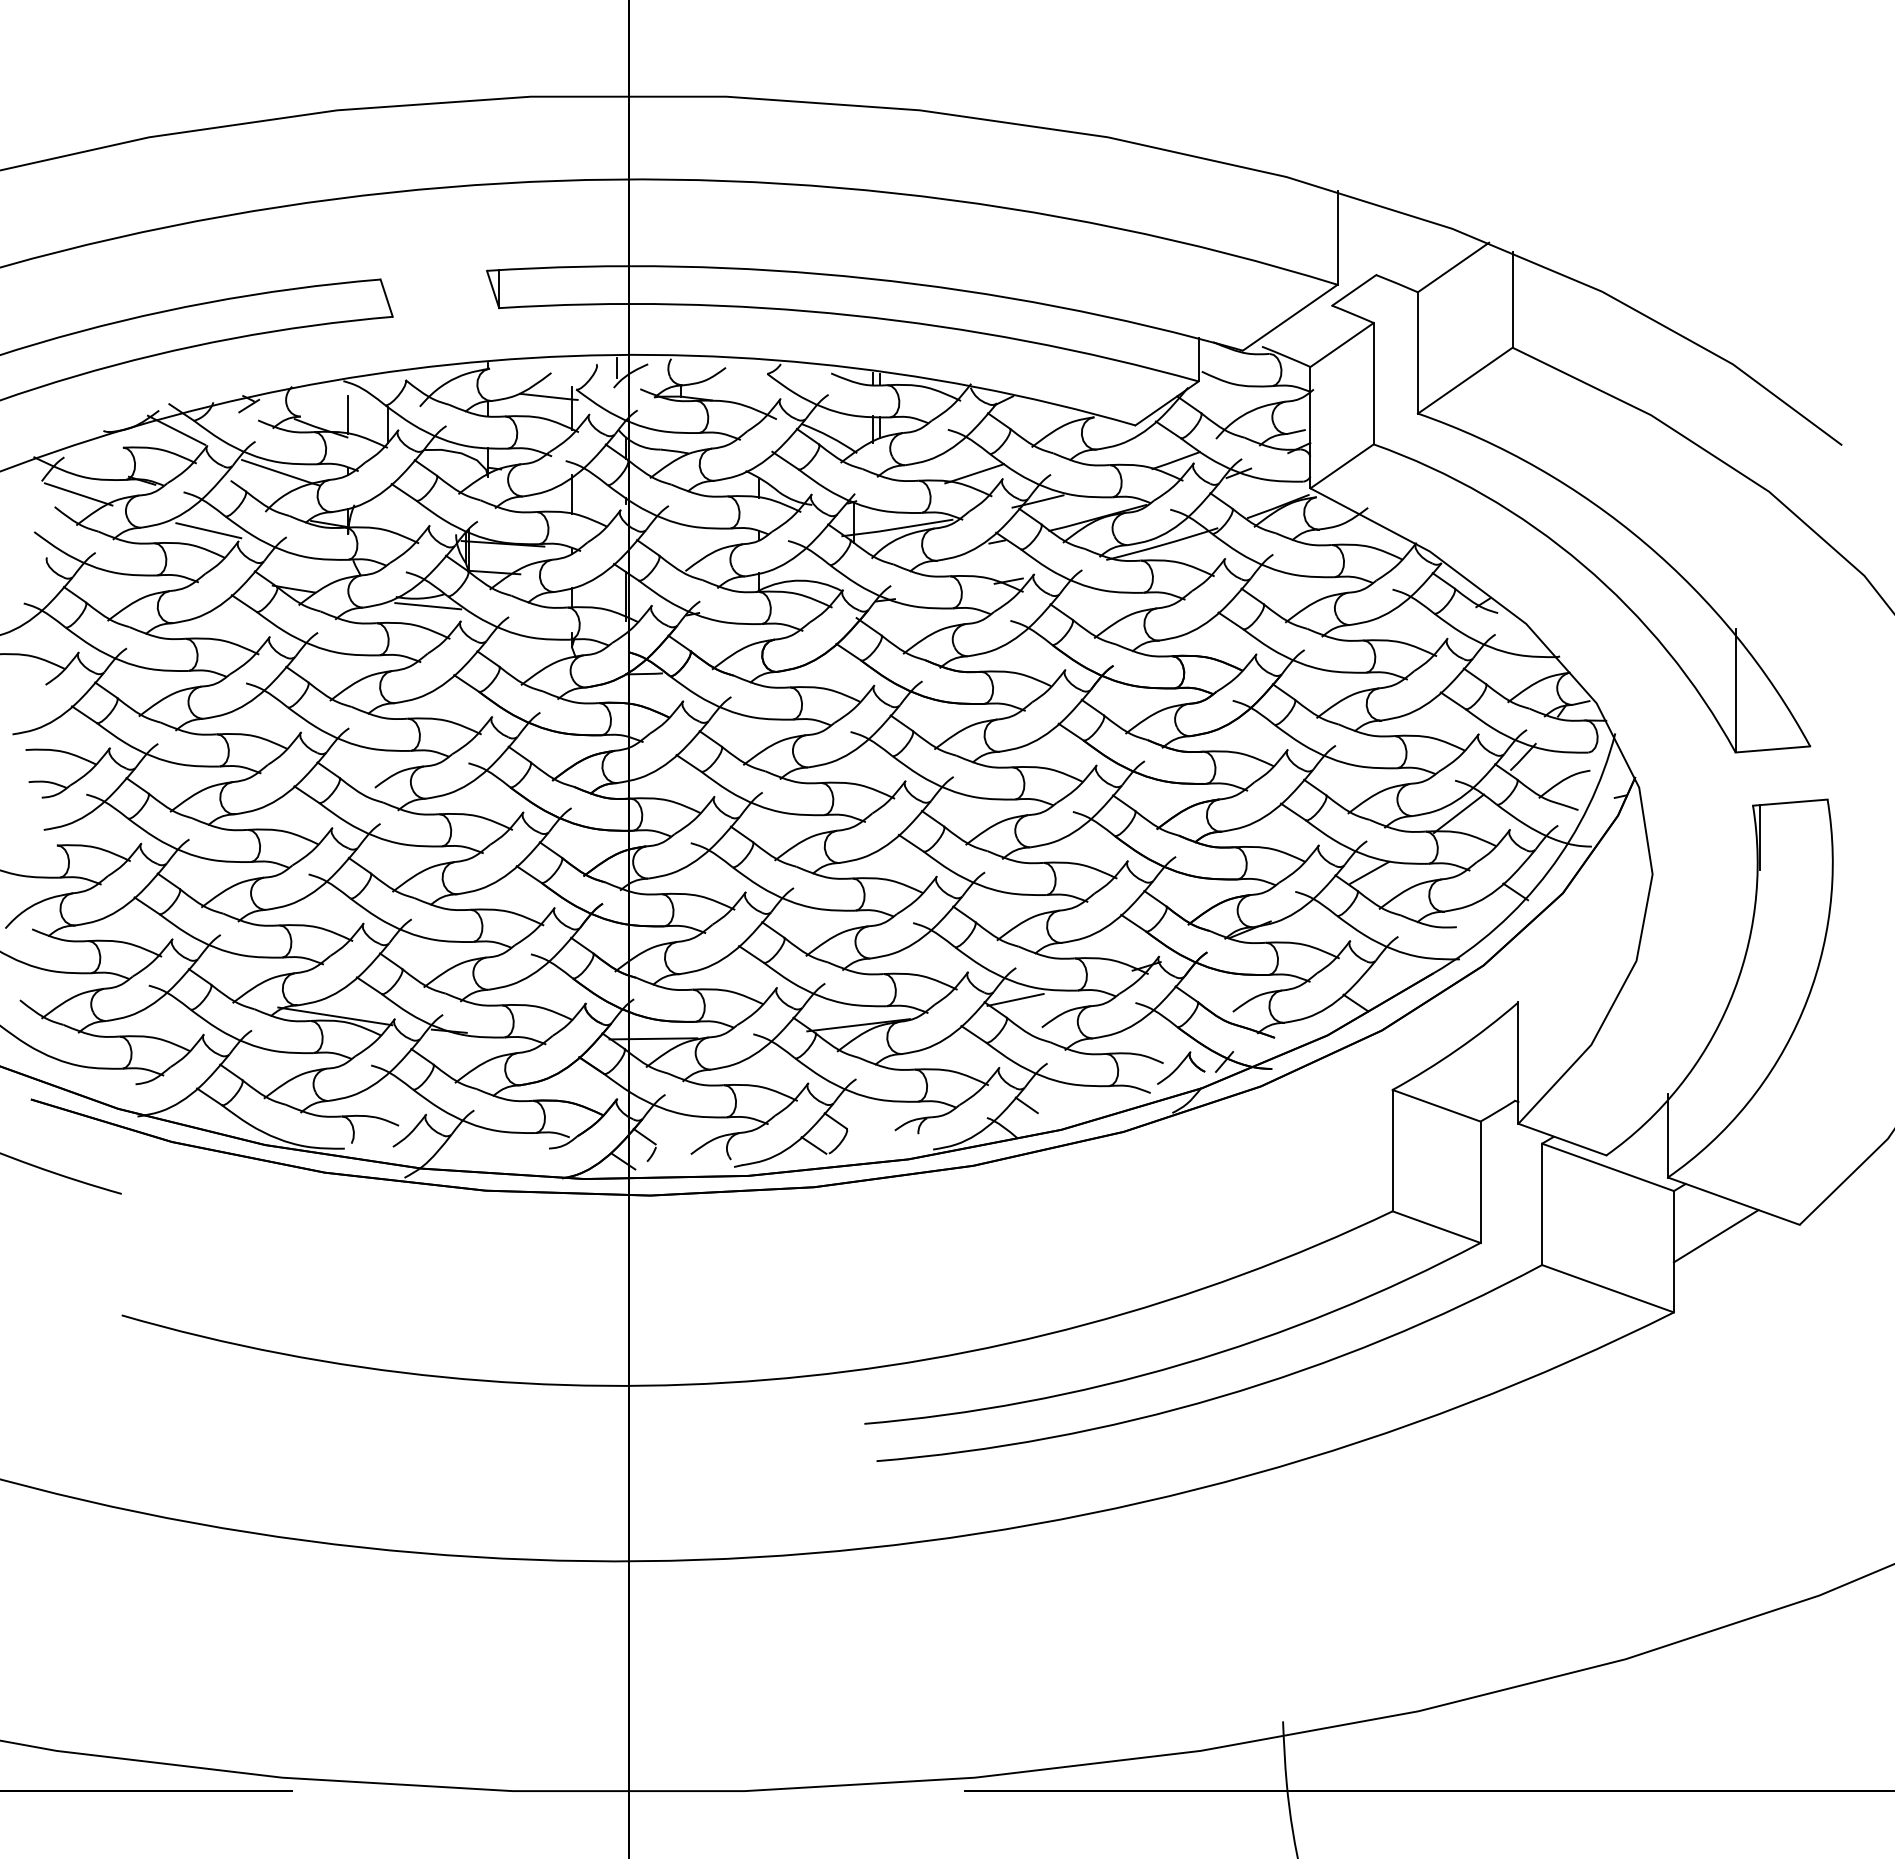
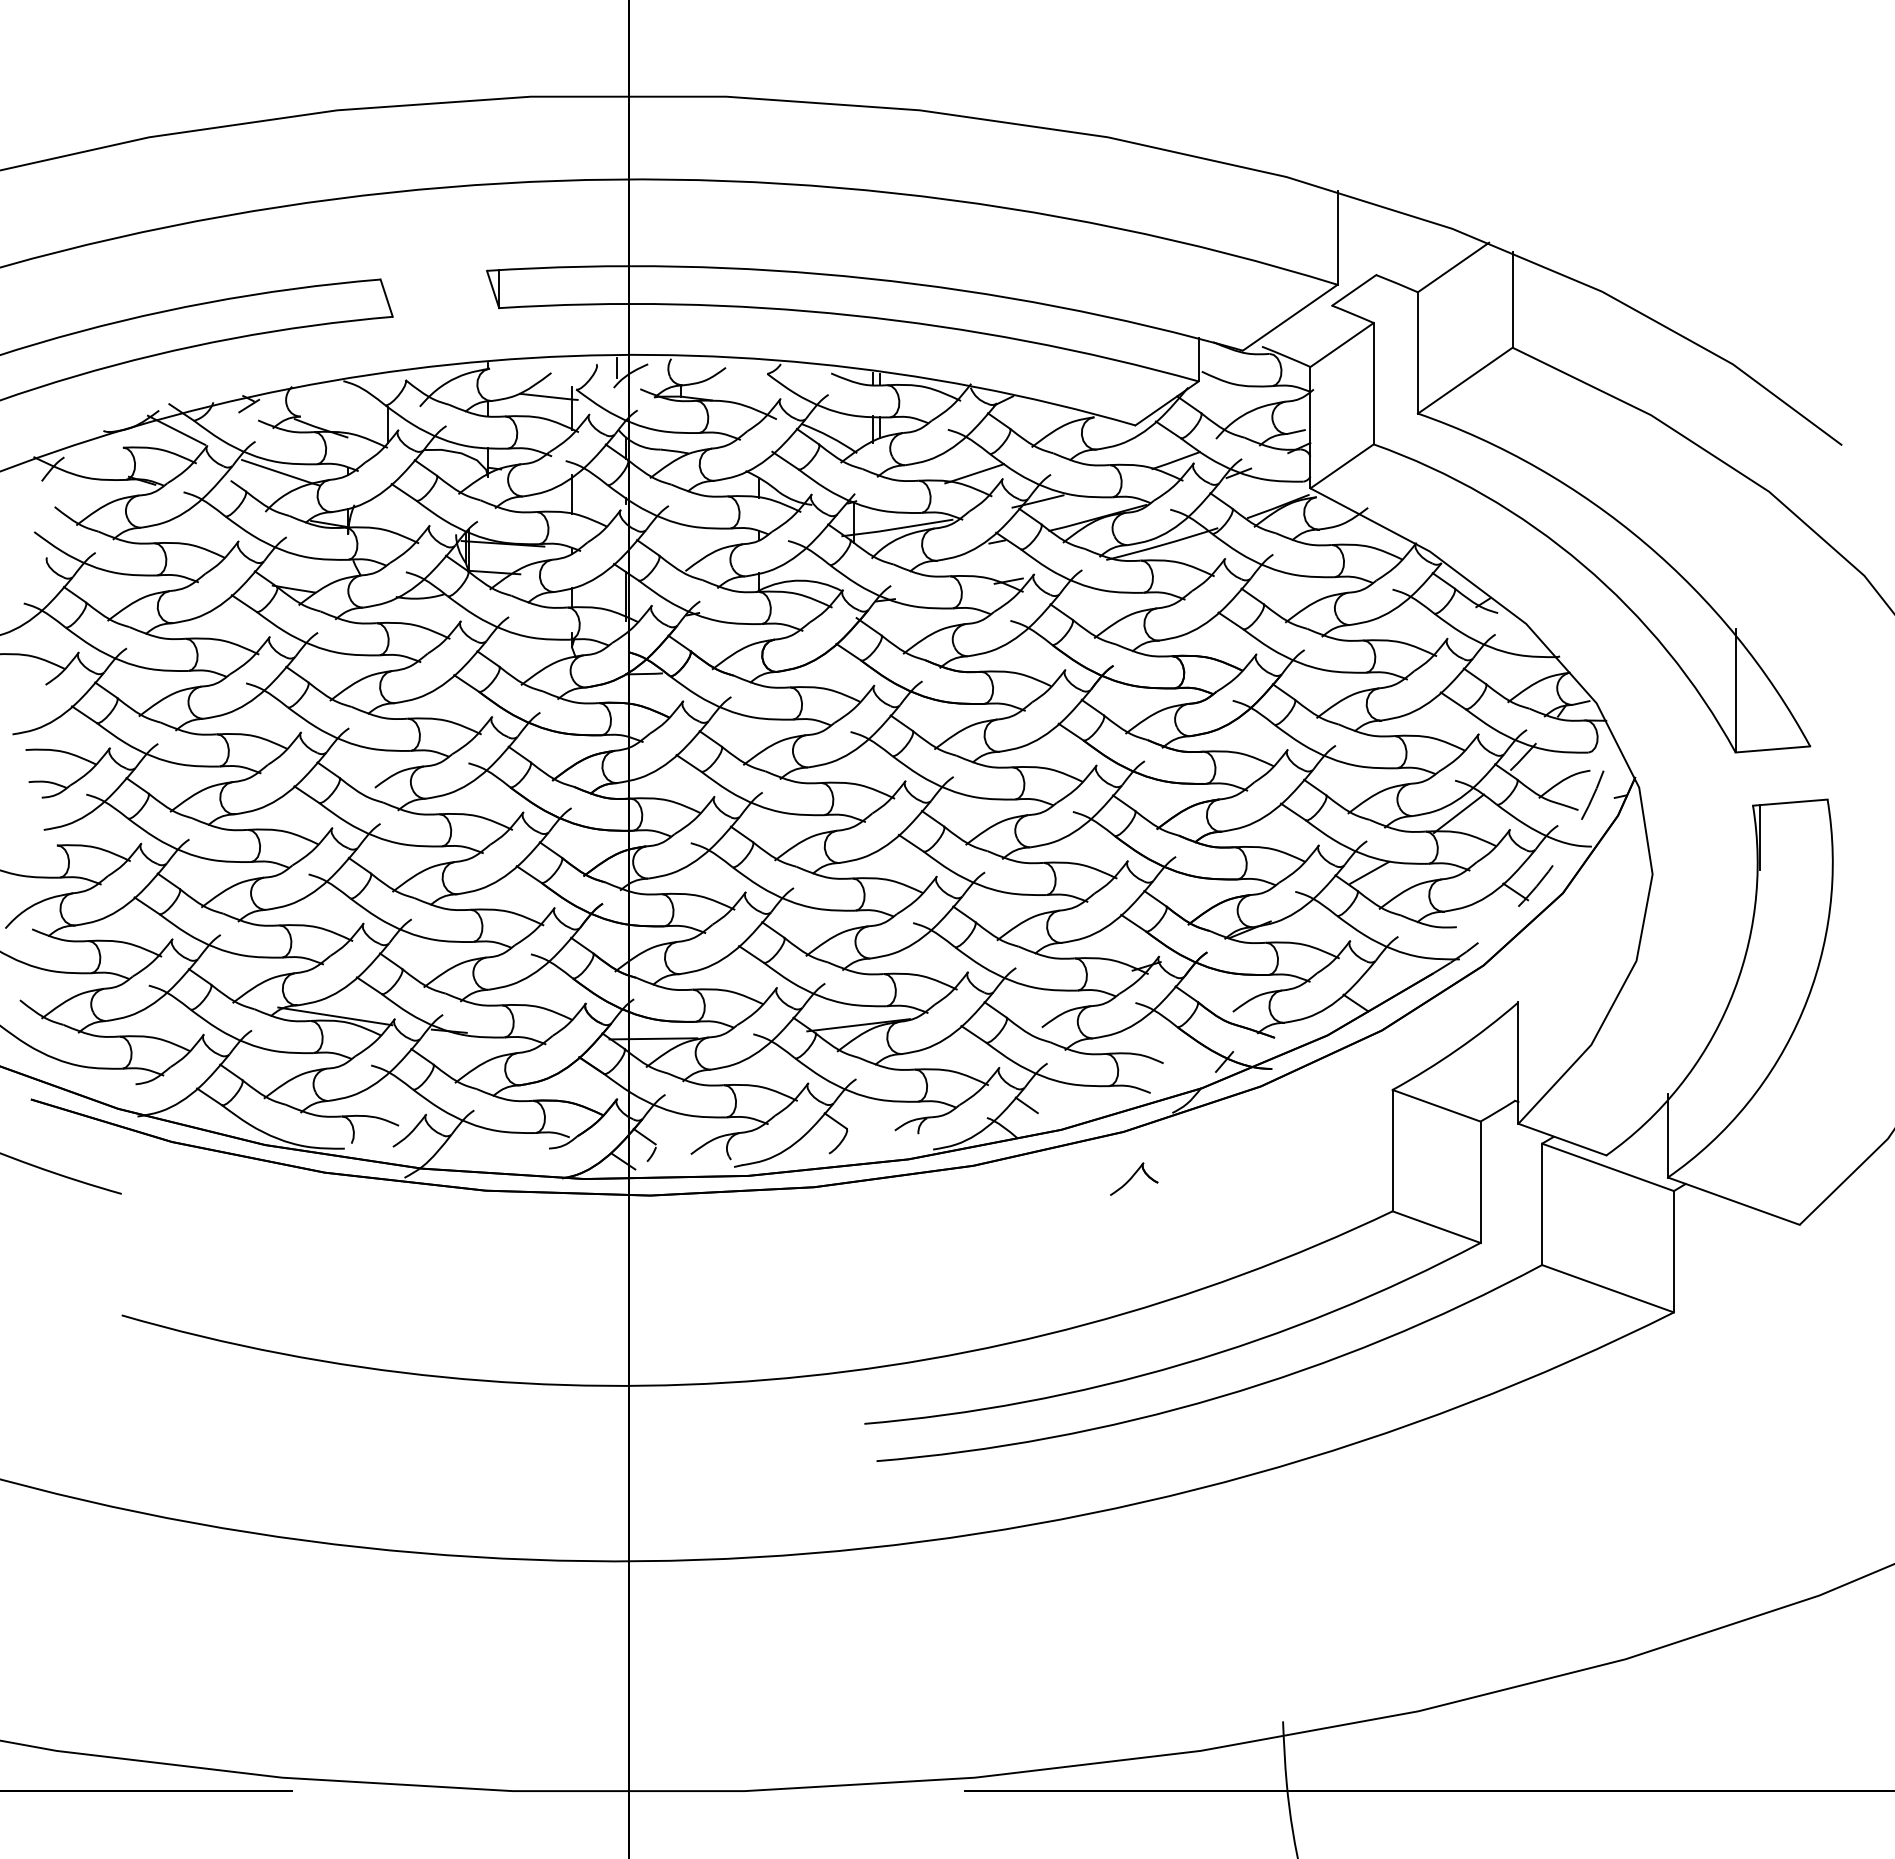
line at (348, 415): present -> none
line at (78, 494): present -> none
line at (208, 530): present -> none
line at (428, 606): present -> none
arc at (1548, 871): solid -> dashed
line at (1015, 999): present -> none
part at (1181, 1067) position: (1181, 1067) -> (1134, 1178)
line at (813, 1145): present -> none
line at (1715, 1236): present -> none
